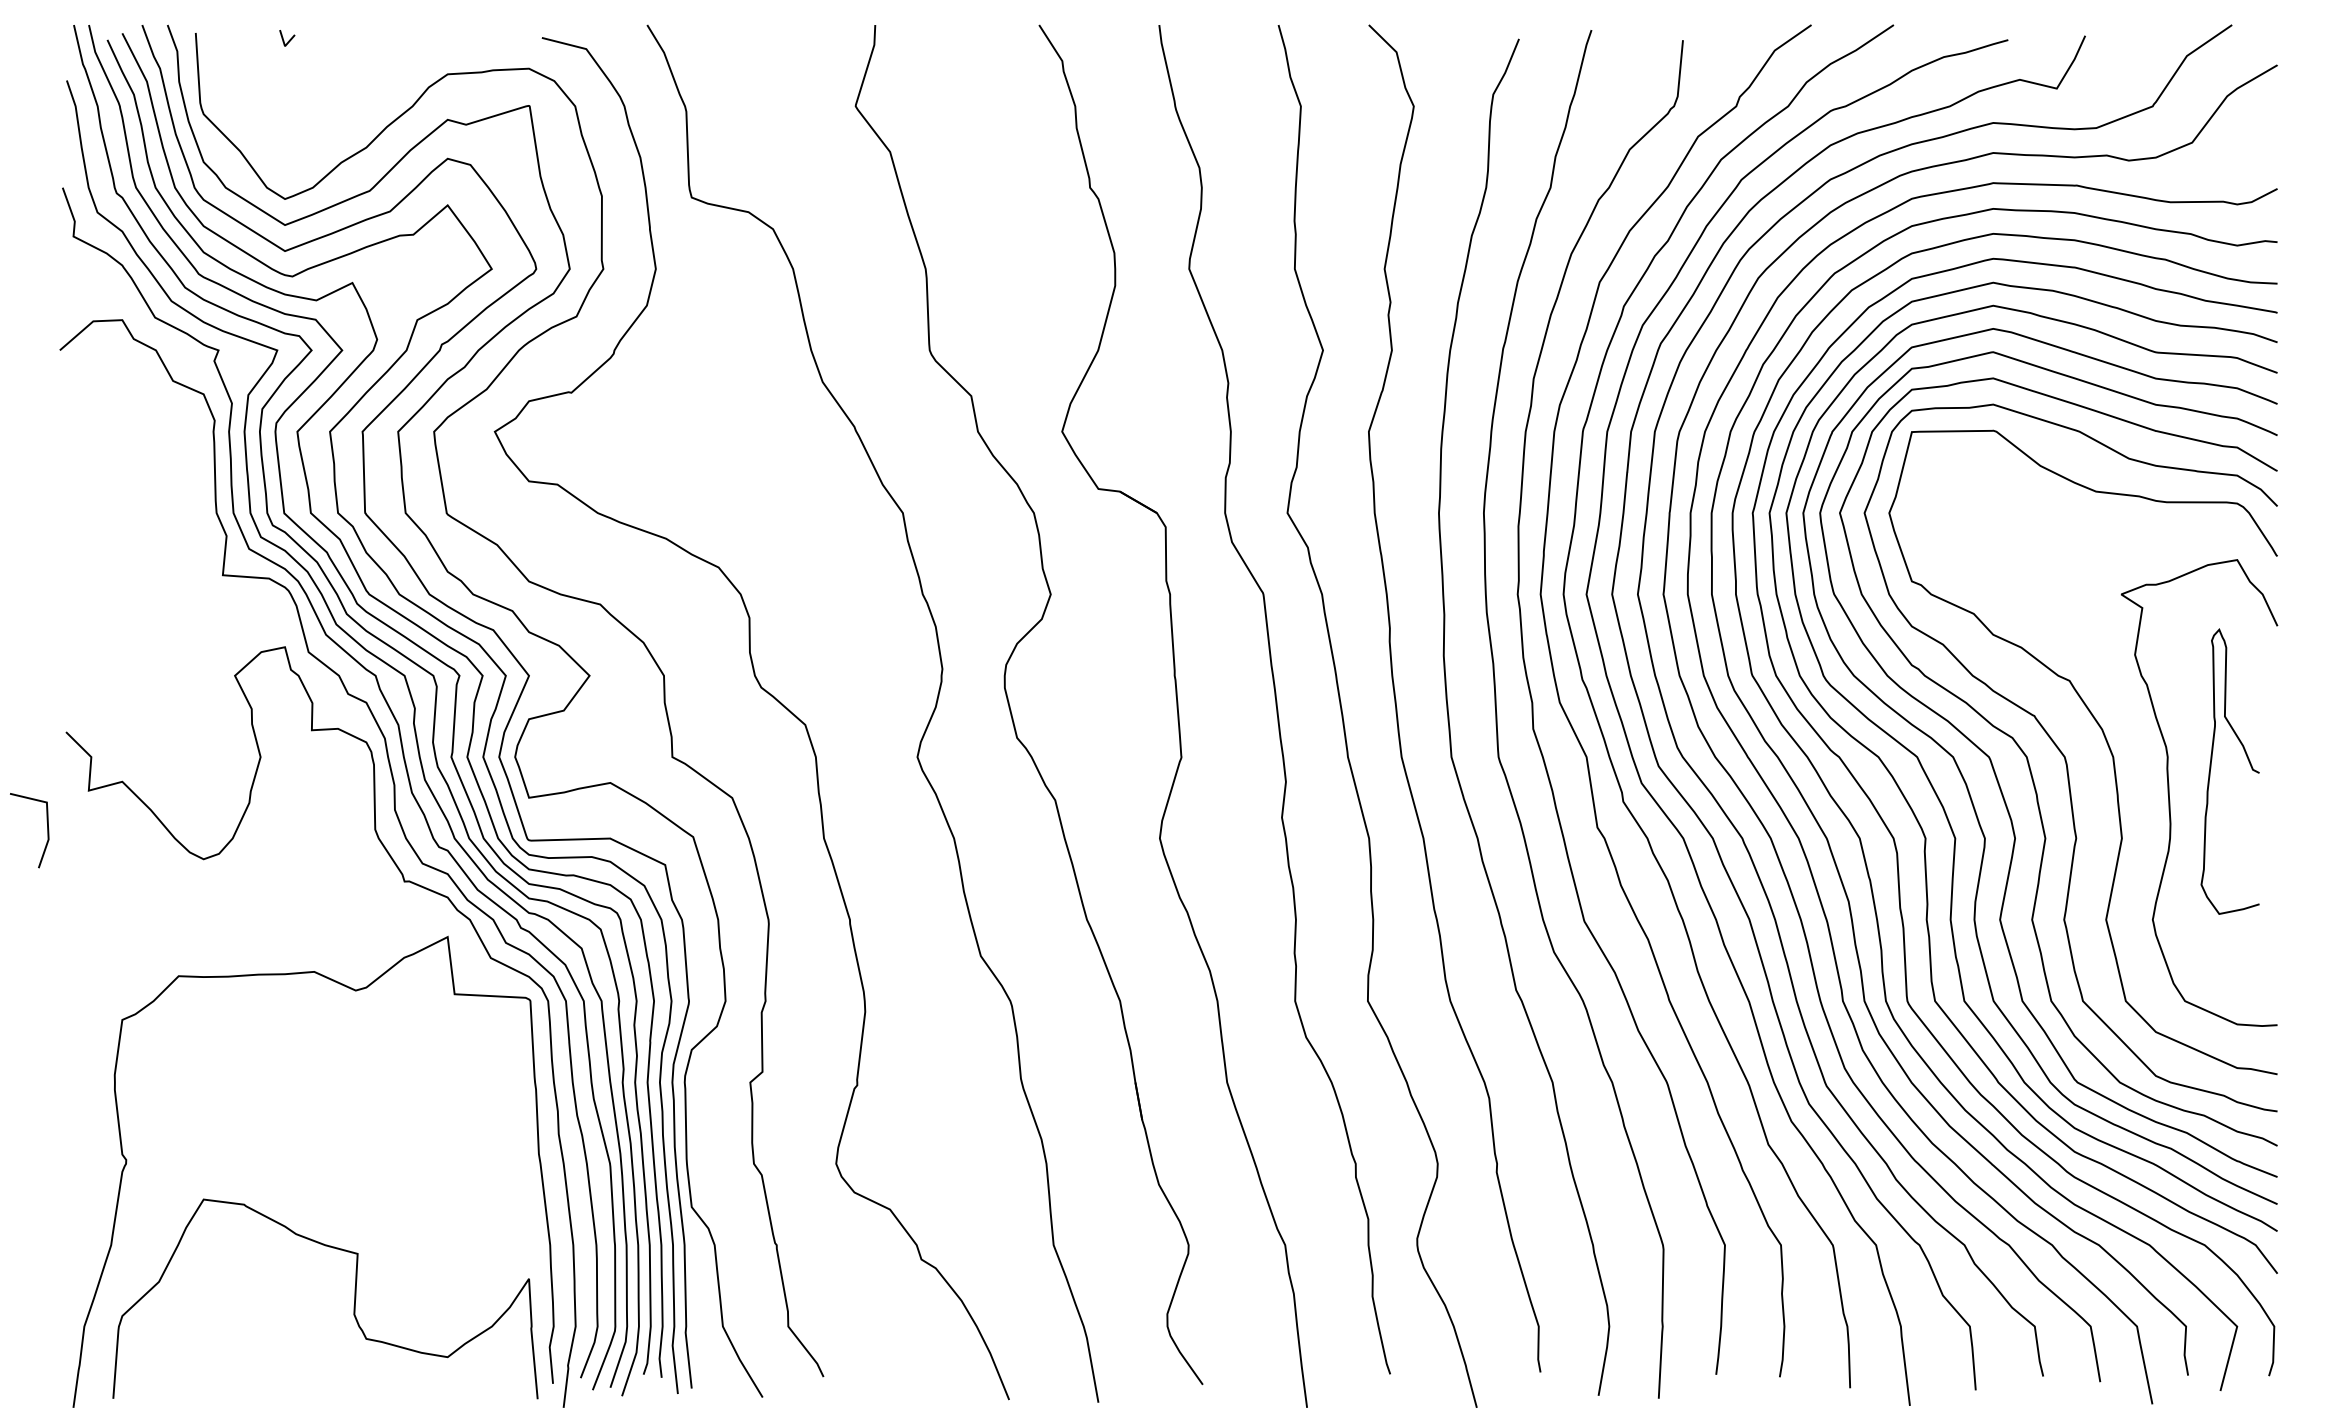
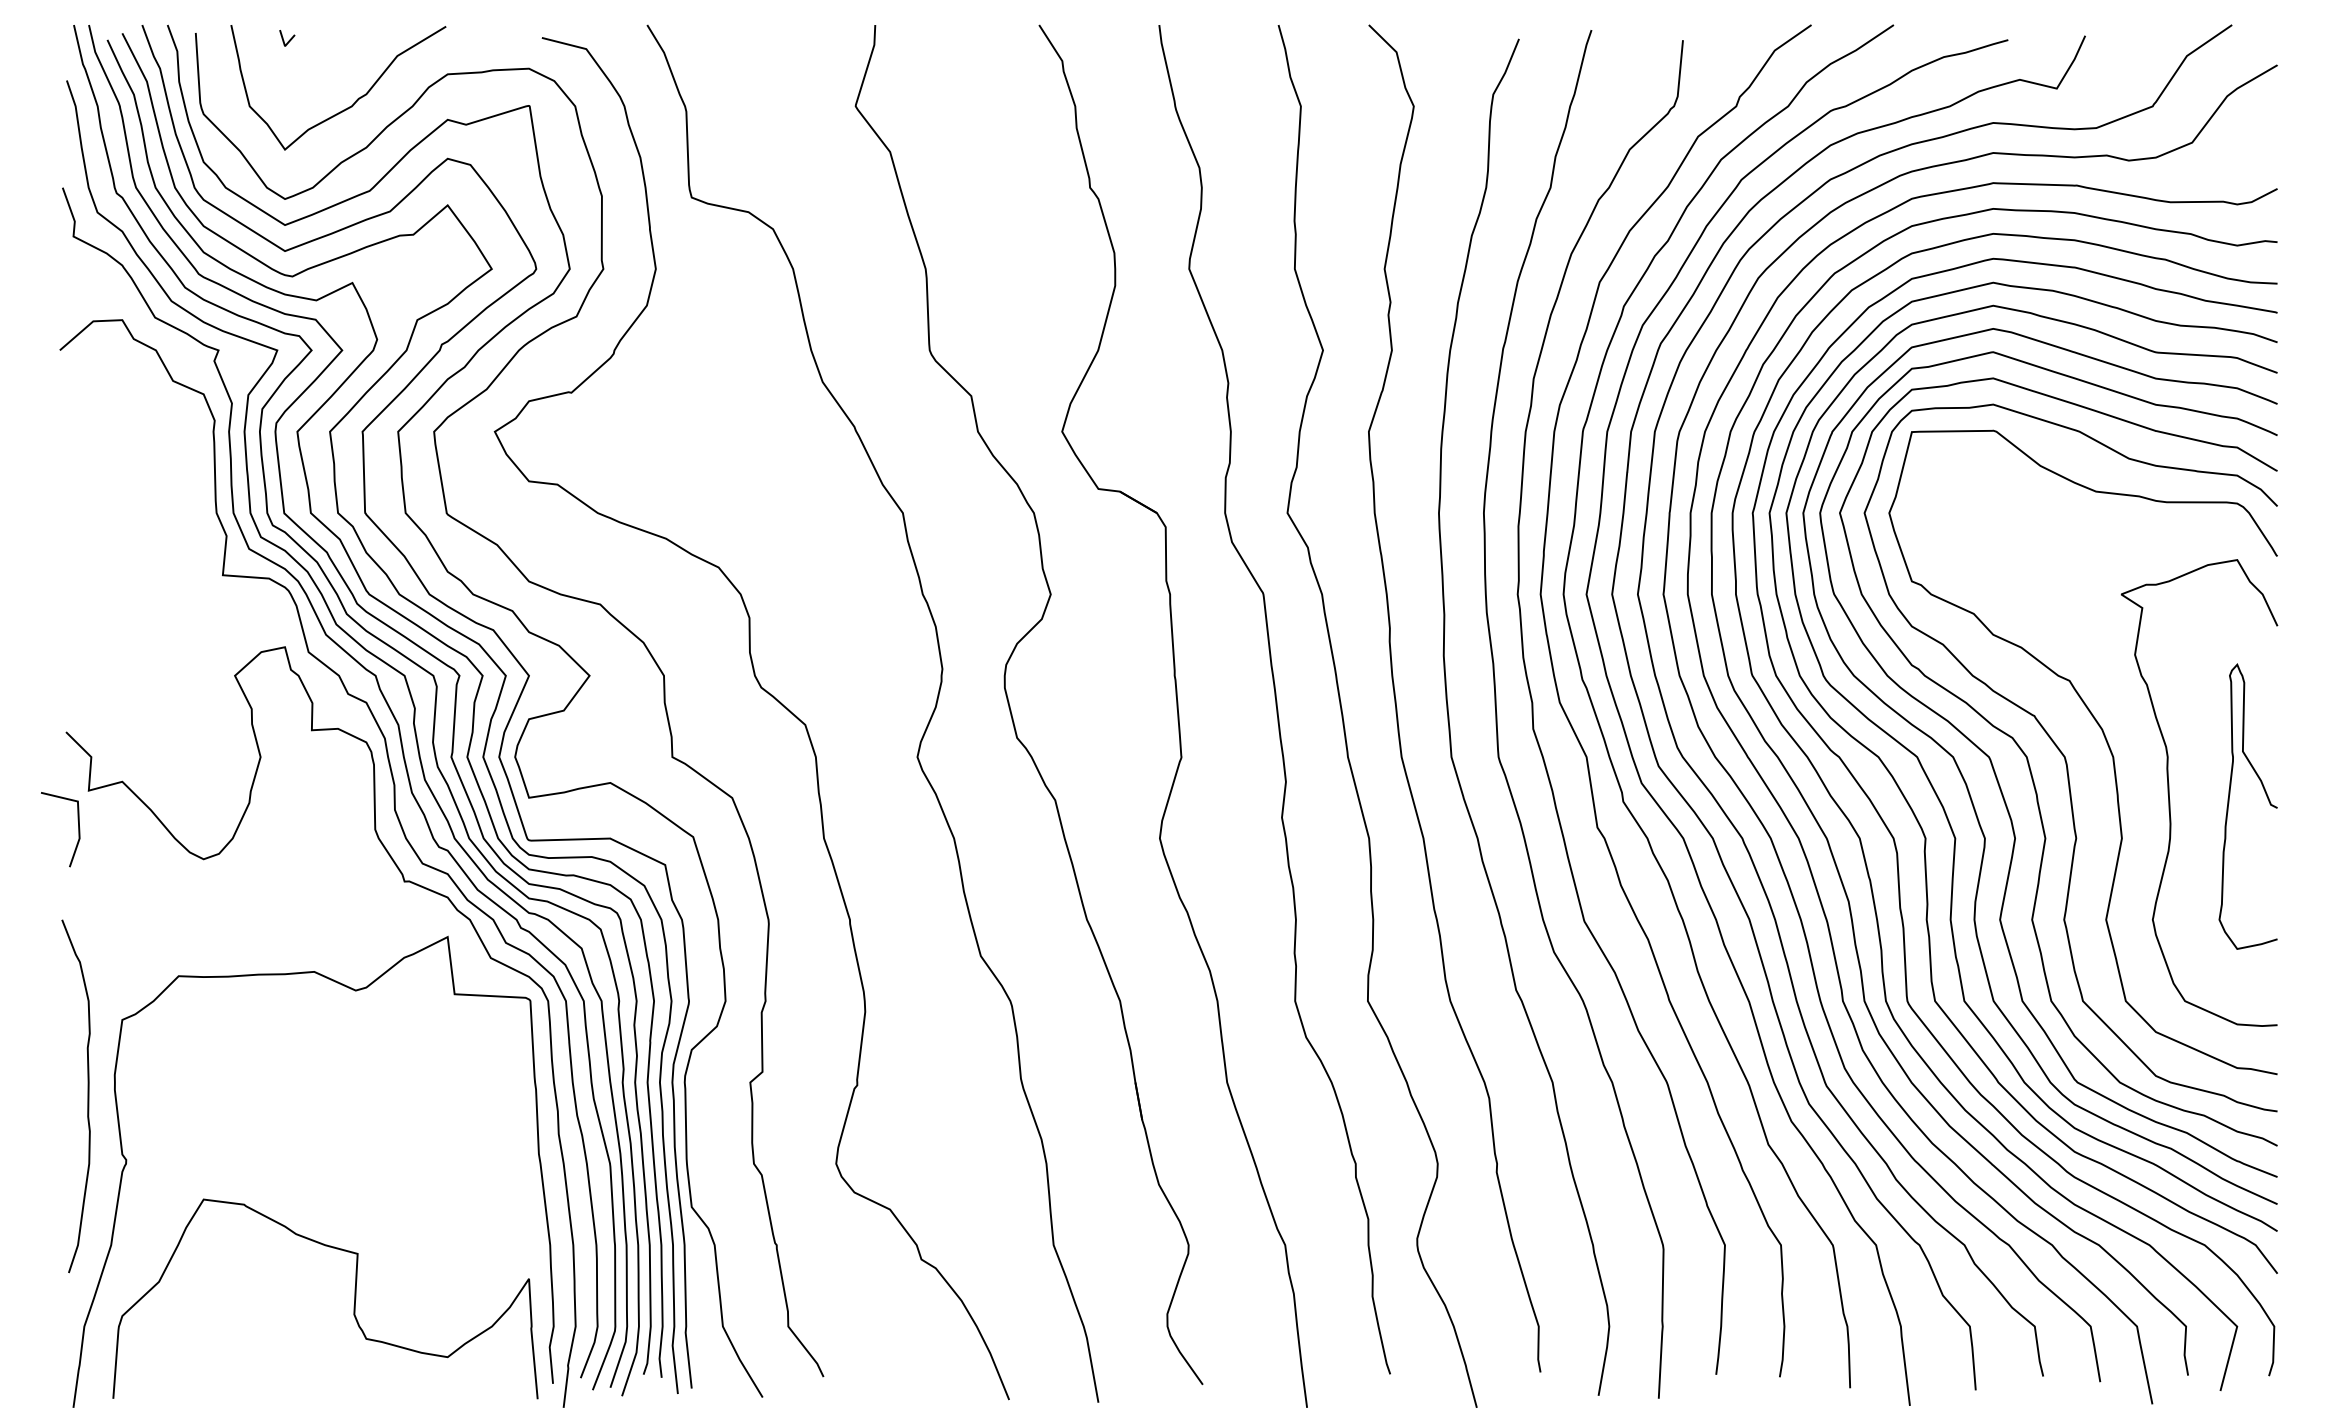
curve at (355, 100): none -> present
curve at (2211, 768) position: (2211, 768) -> (2229, 803)
line at (47, 830) position: (47, 830) -> (78, 829)
curve at (87, 1096): none -> present
